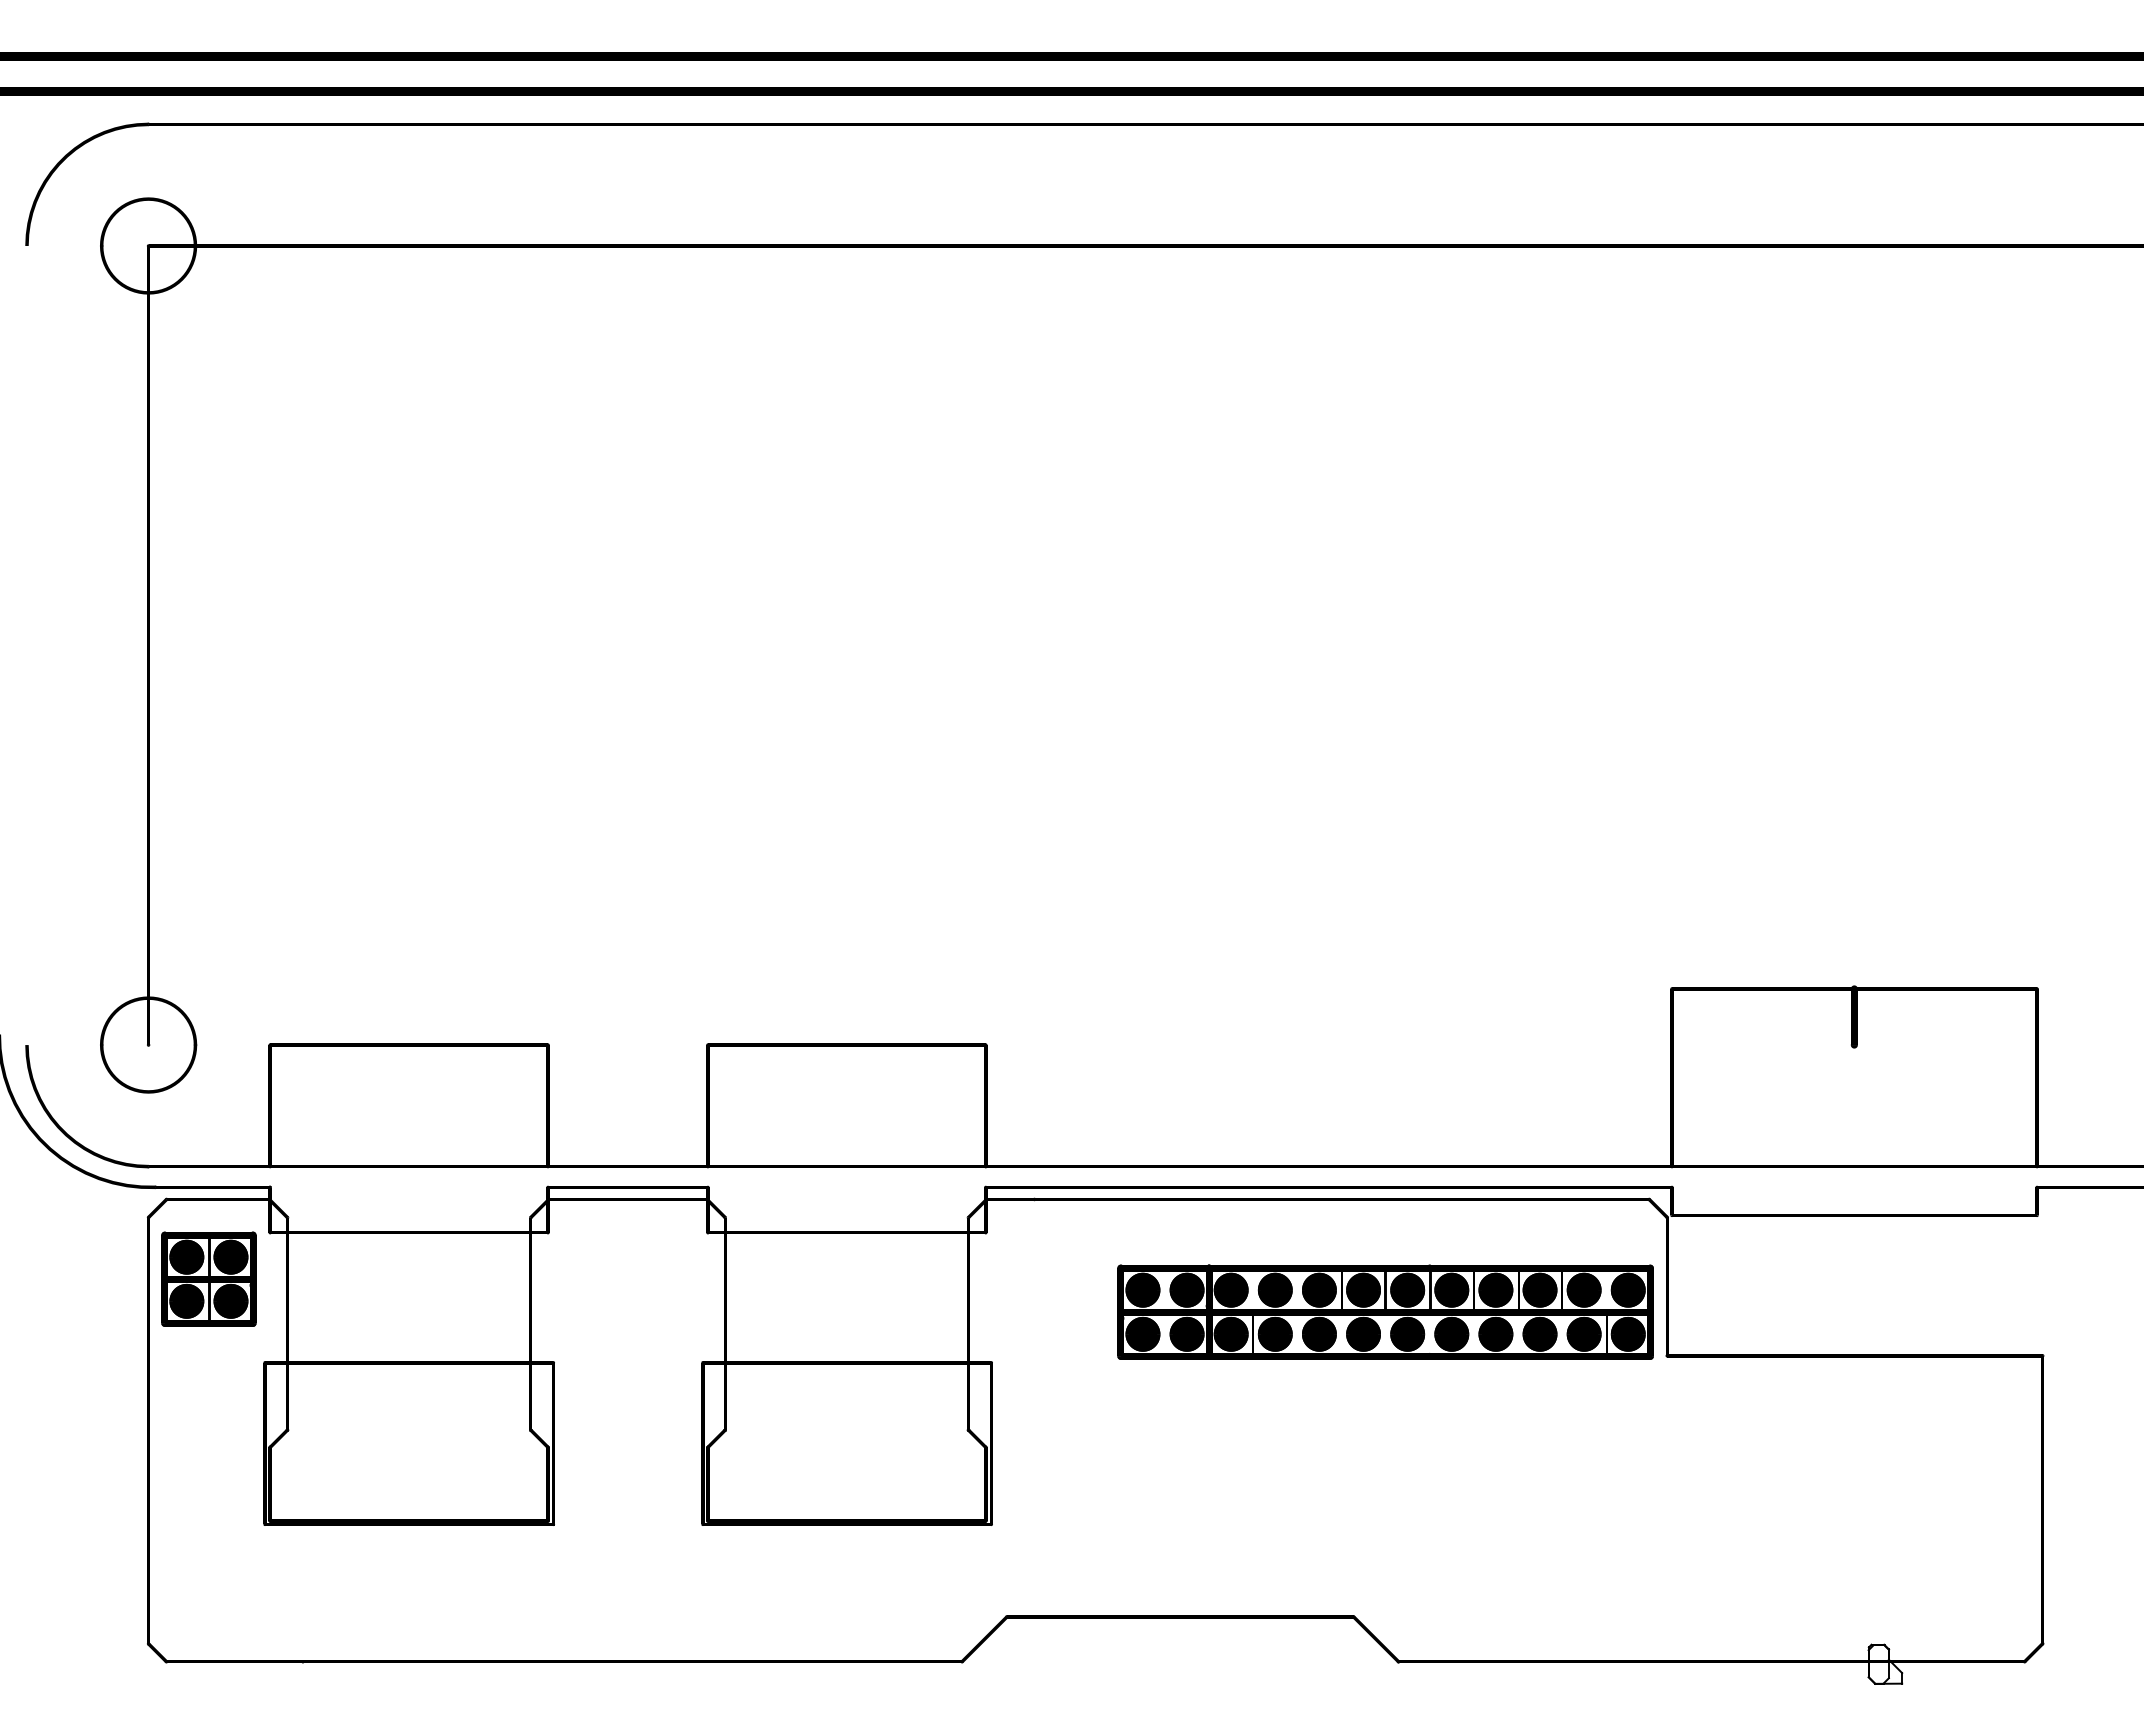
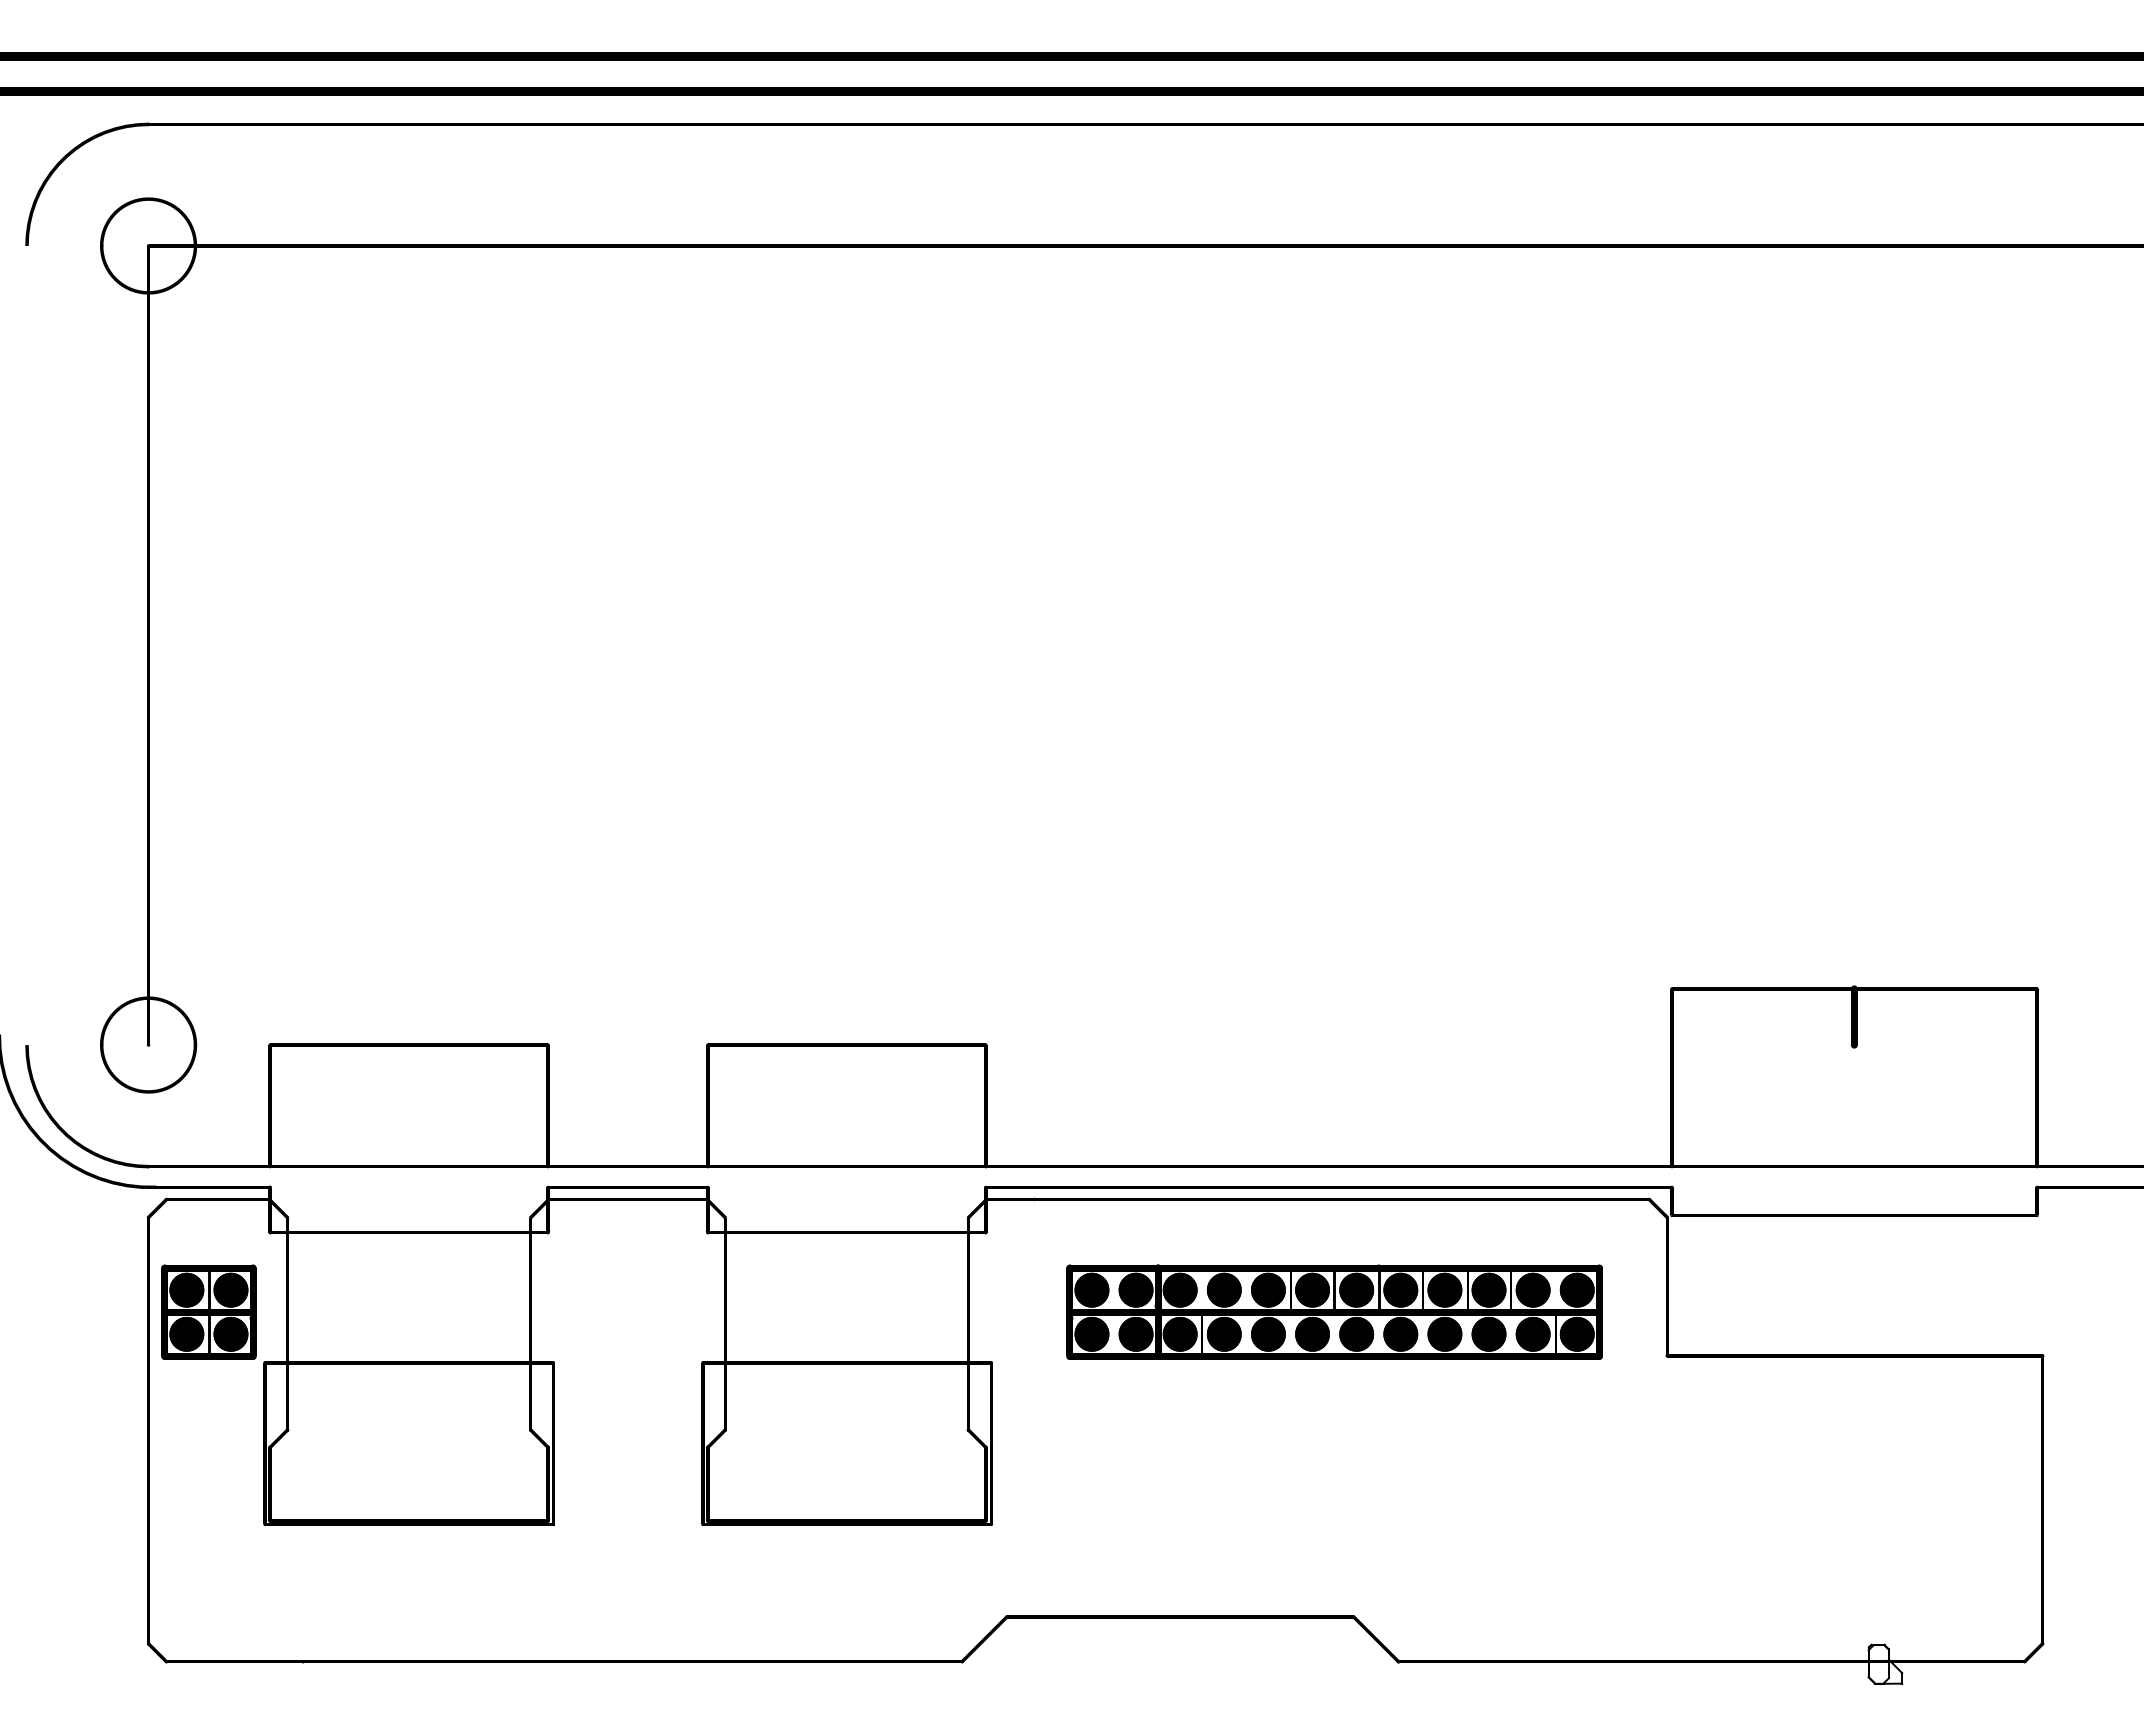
part at (208, 1278) position: (208, 1278) -> (208, 1311)
part at (1385, 1311) position: (1385, 1311) -> (1334, 1311)
